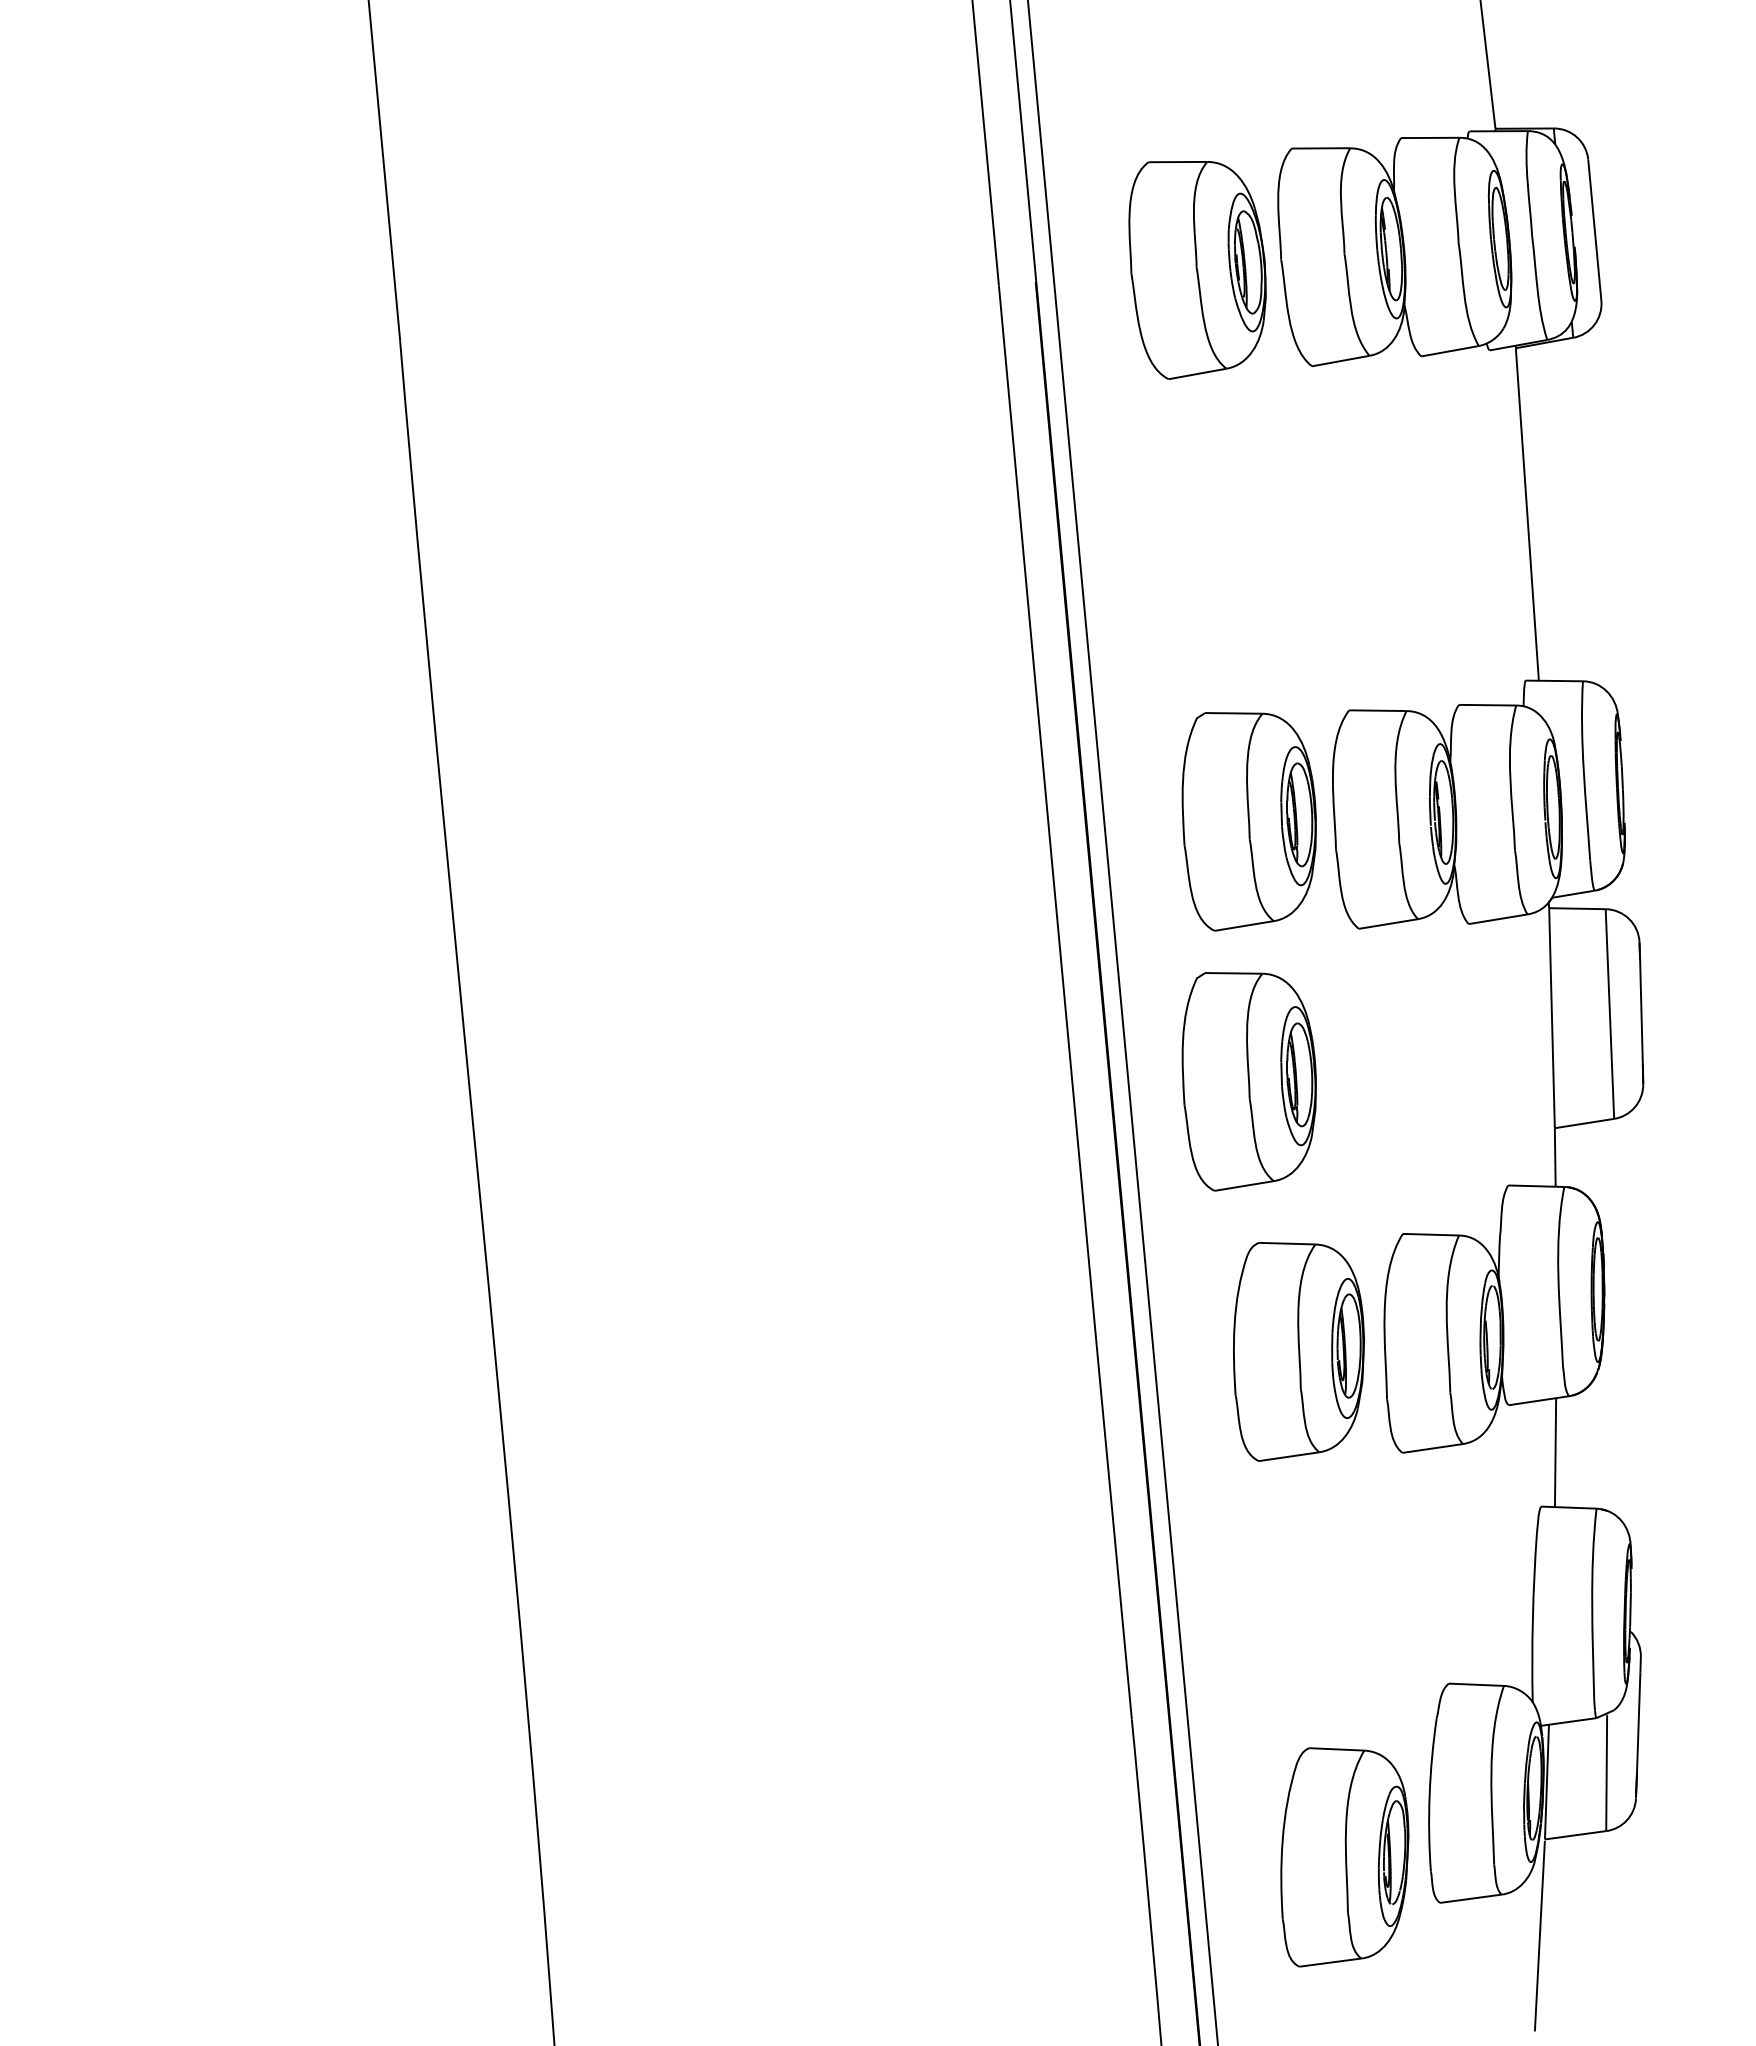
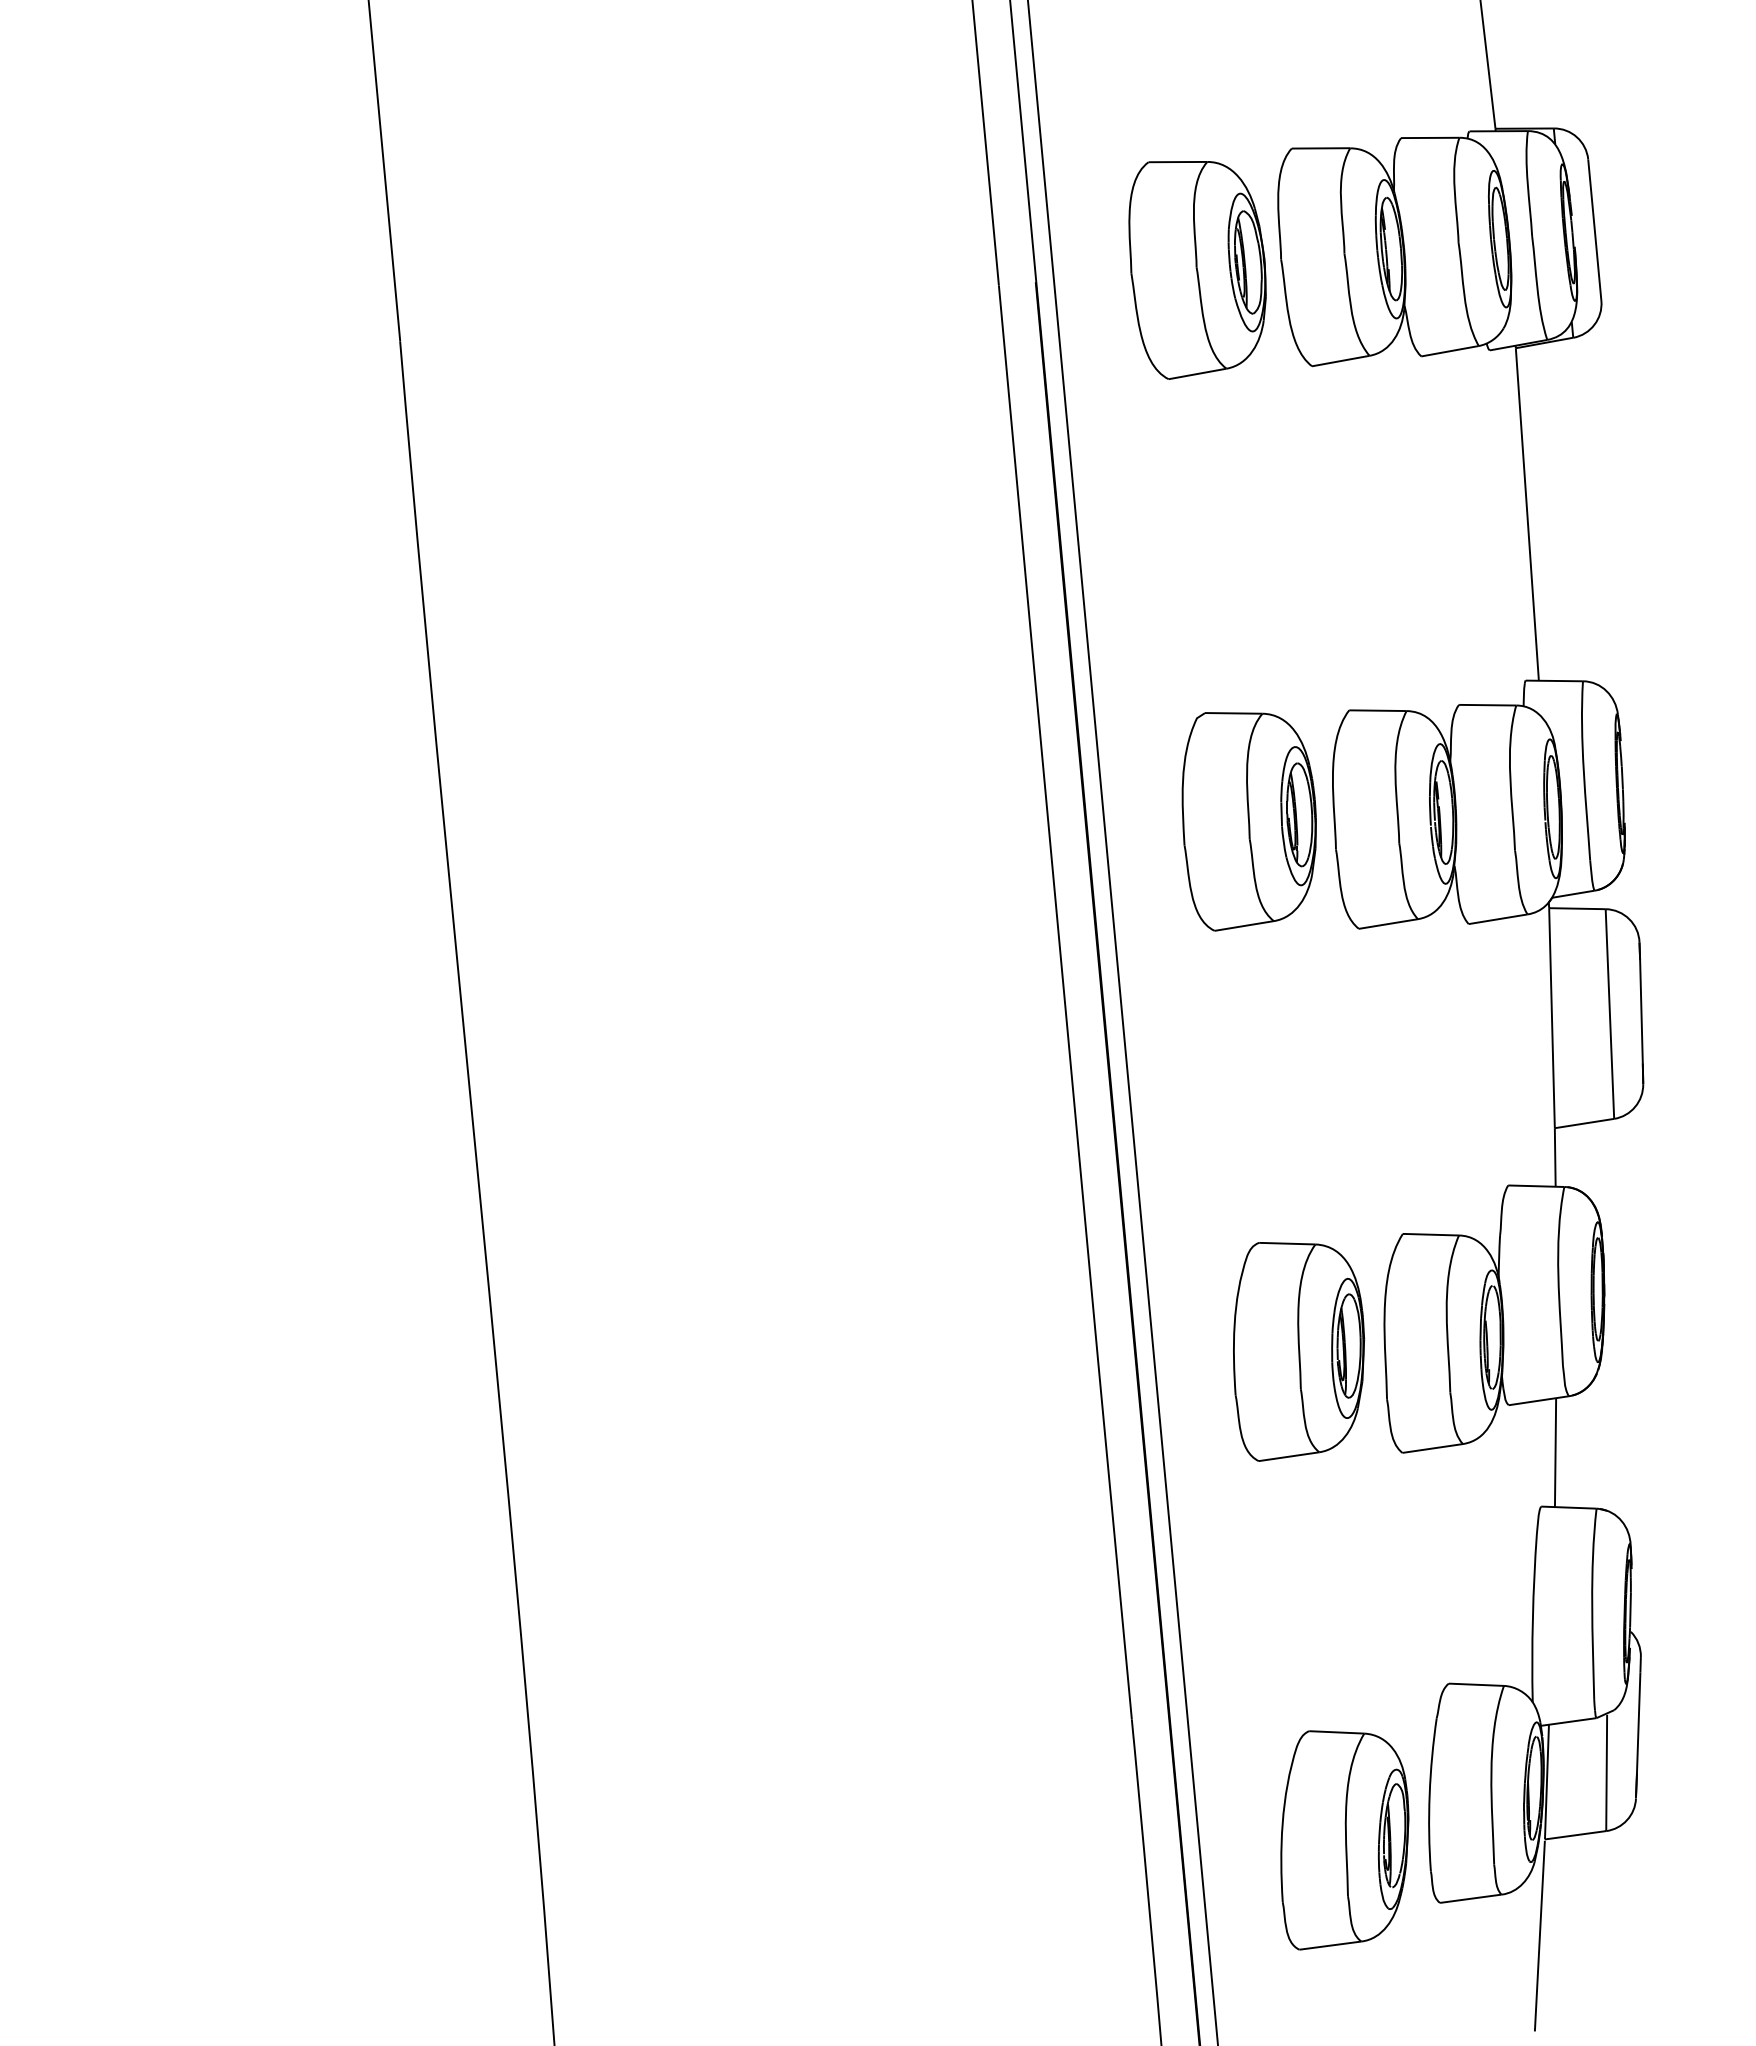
part at (1248, 1081): present -> none
part at (1344, 1857) position: (1344, 1857) -> (1344, 1840)
